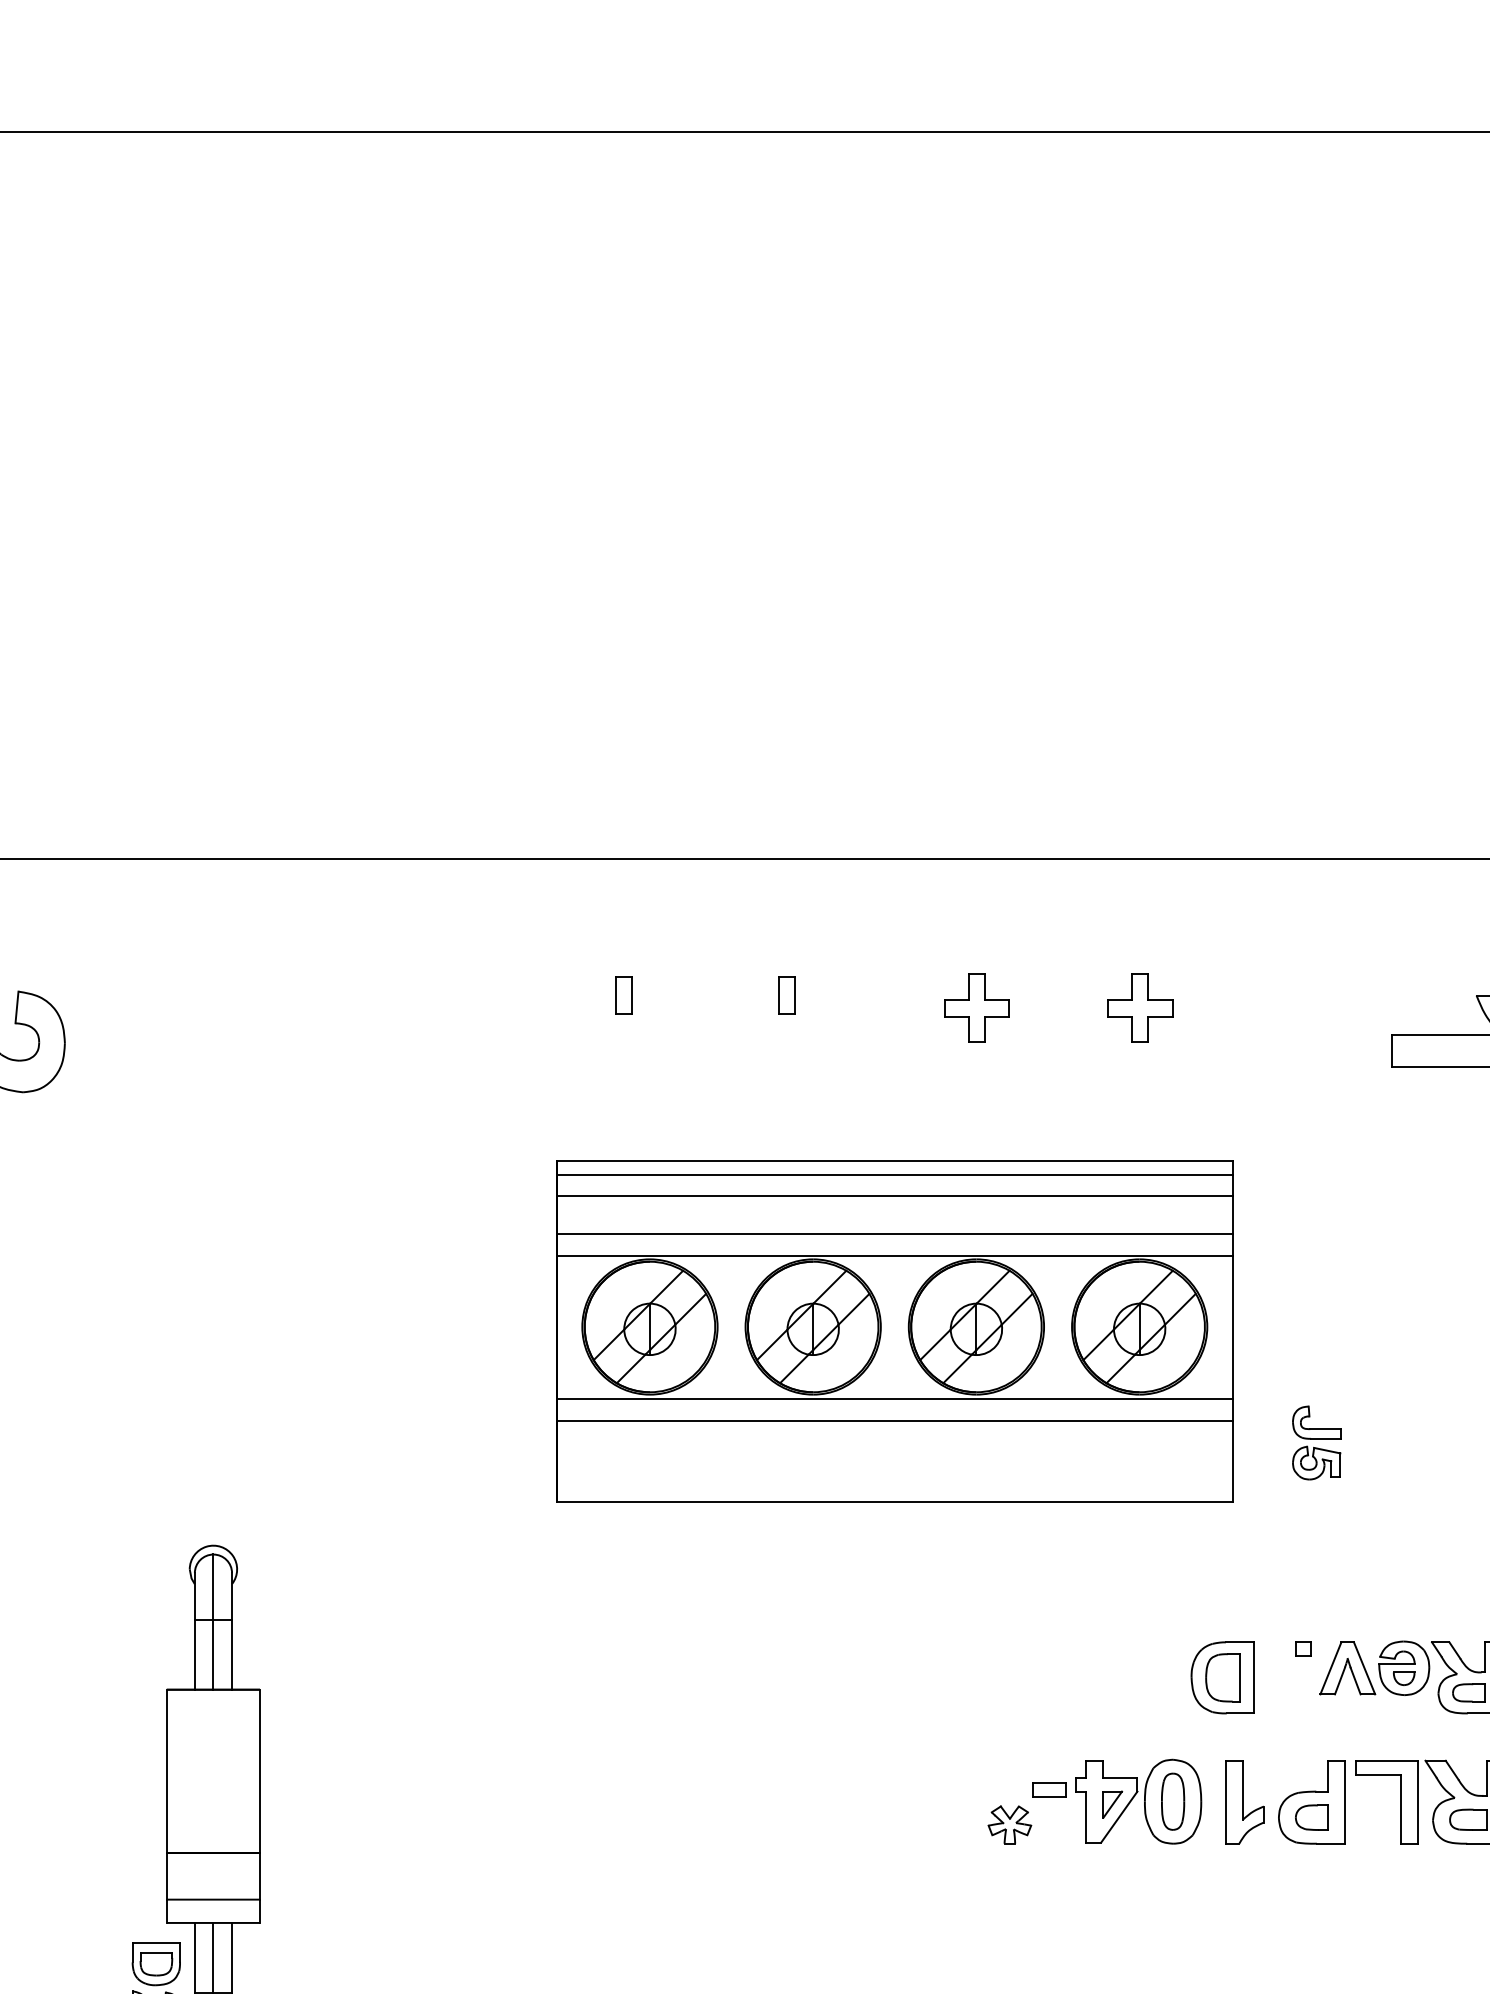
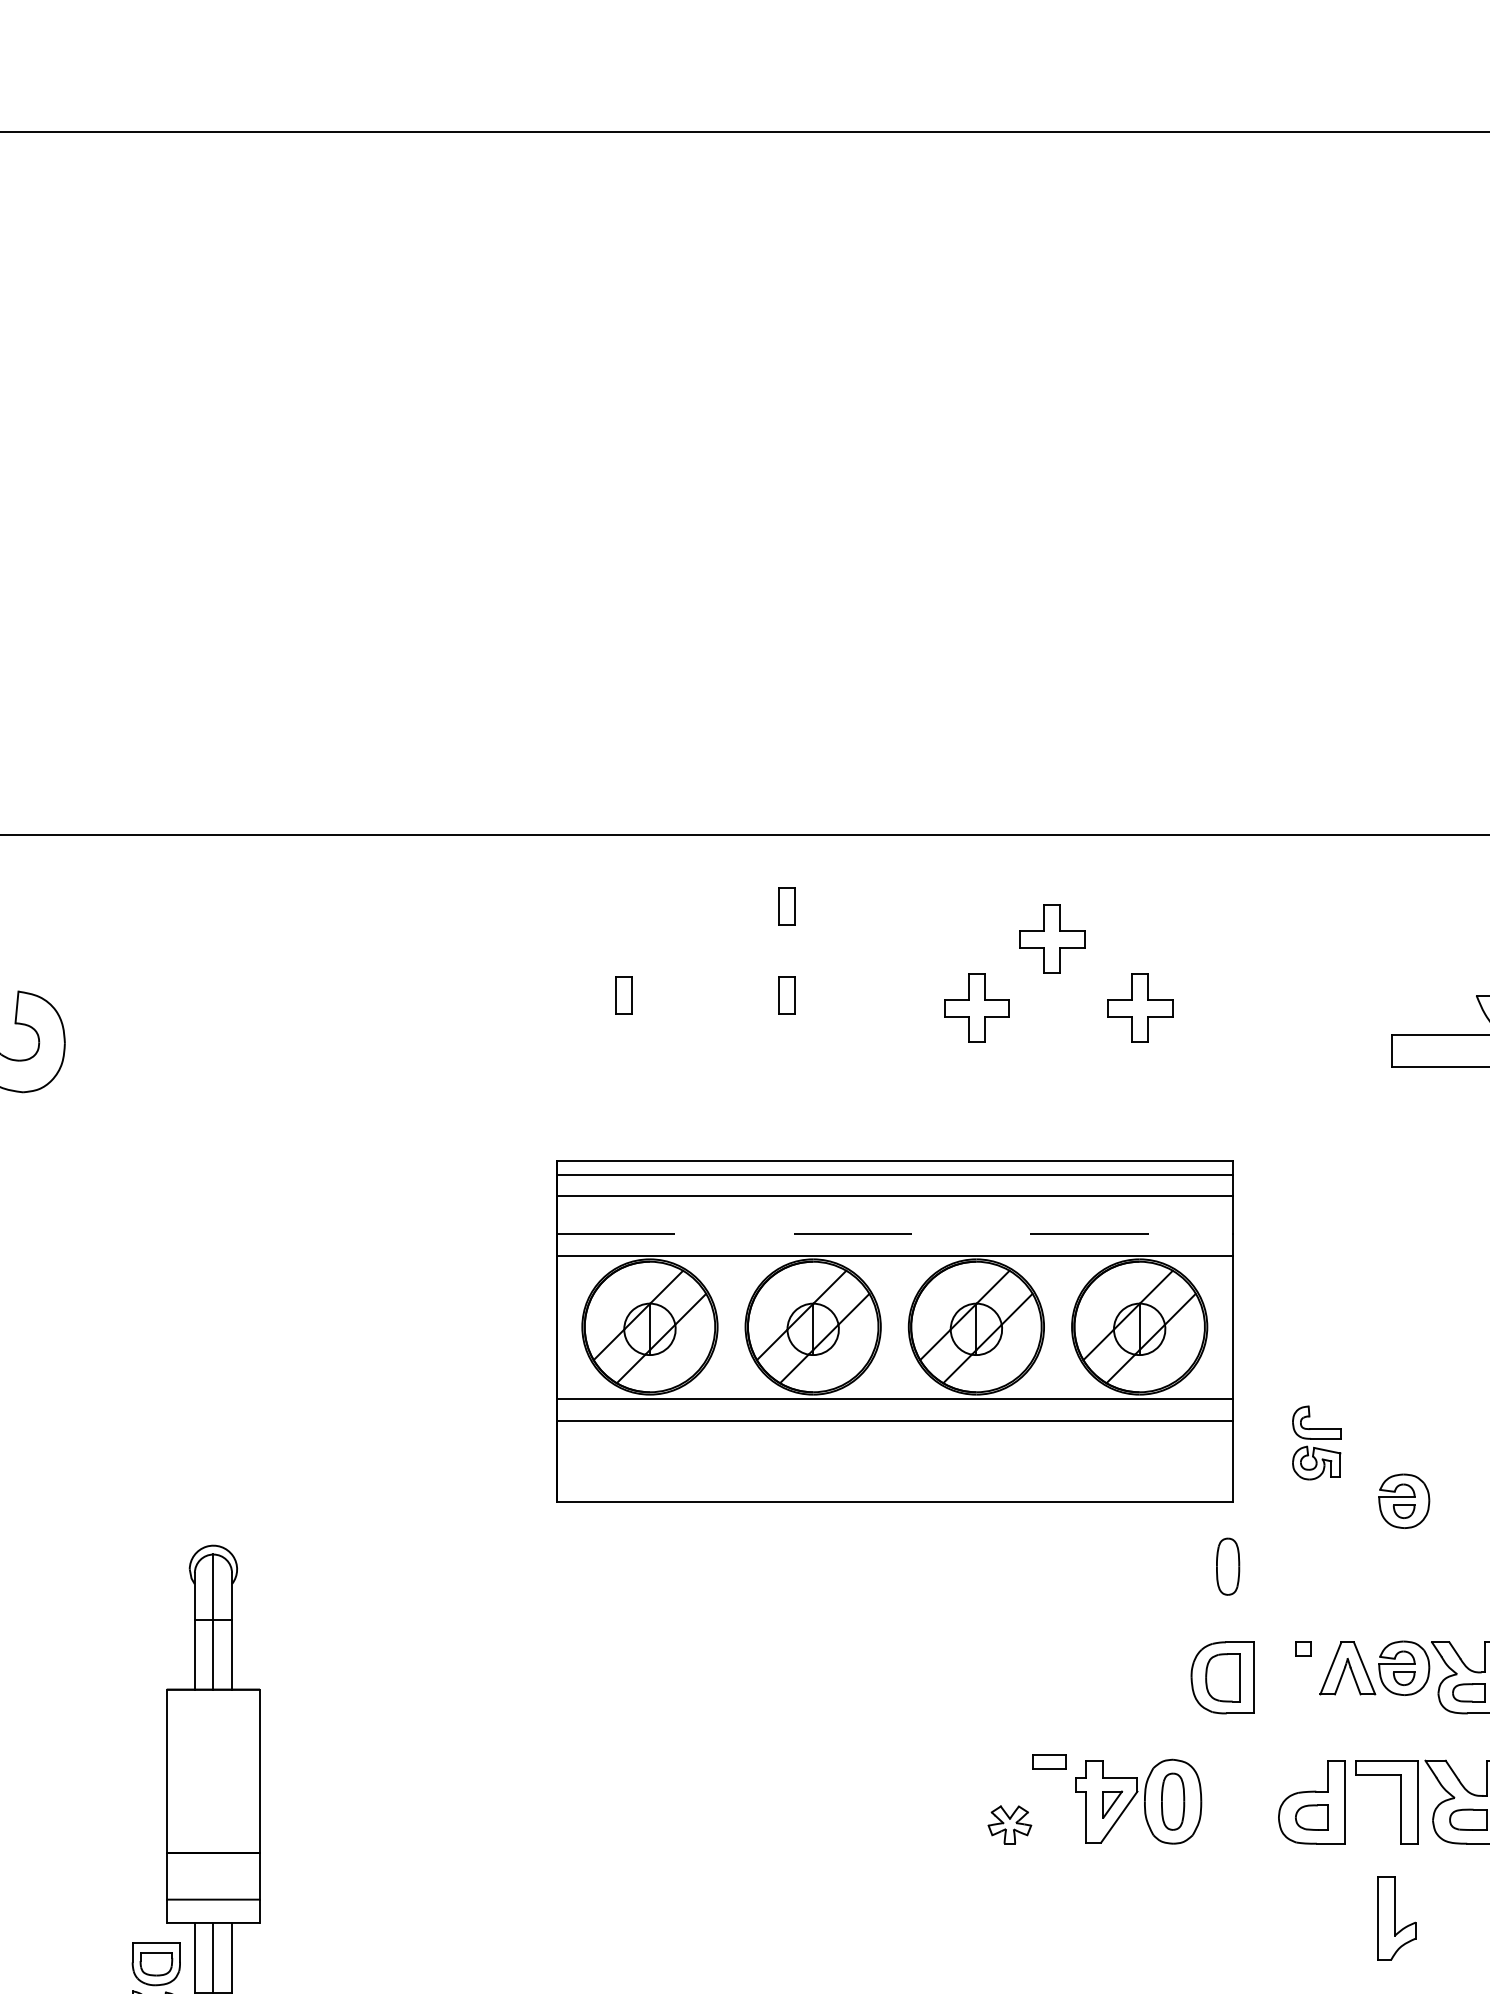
line at (744, 858) position: (744, 858) -> (744, 834)
part at (786, 906): none -> present
part at (1052, 938): none -> present
line at (895, 1233): solid -> dashed
part at (1404, 1500): none -> present
part at (1228, 1566): none -> present
part at (1049, 1789) position: (1049, 1789) -> (1049, 1761)
part at (1244, 1802) position: (1244, 1802) -> (1396, 1918)
